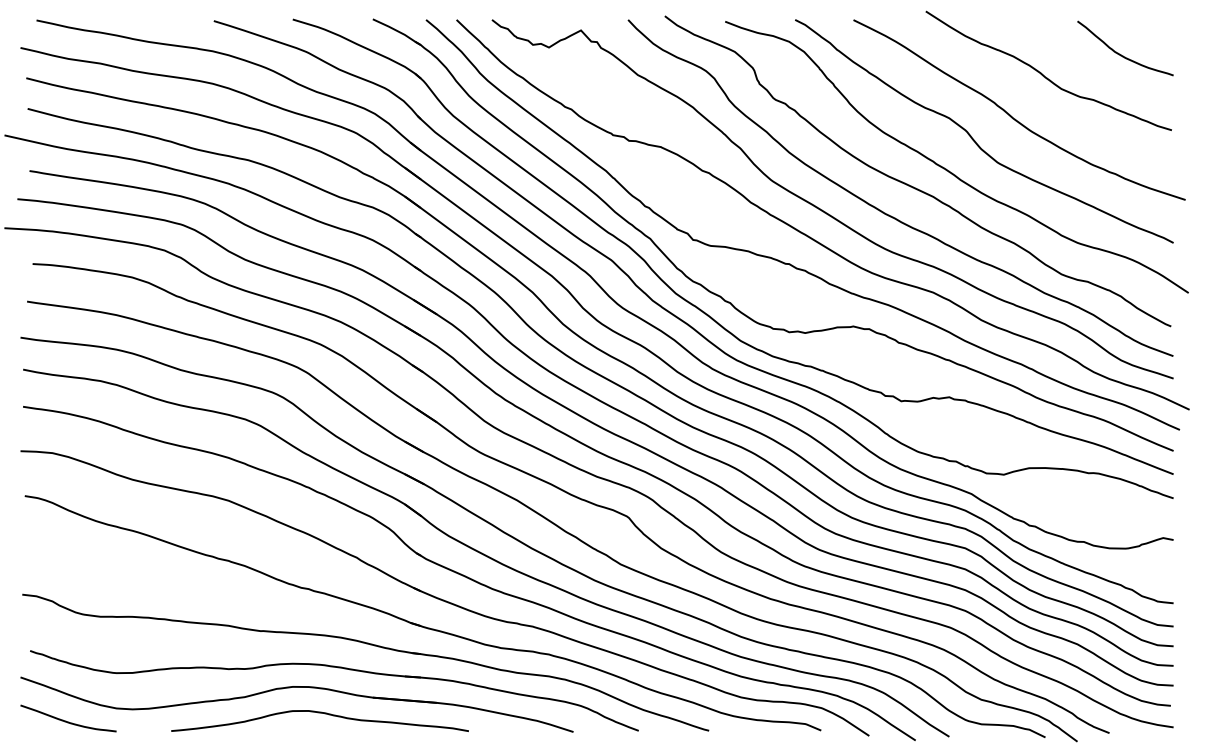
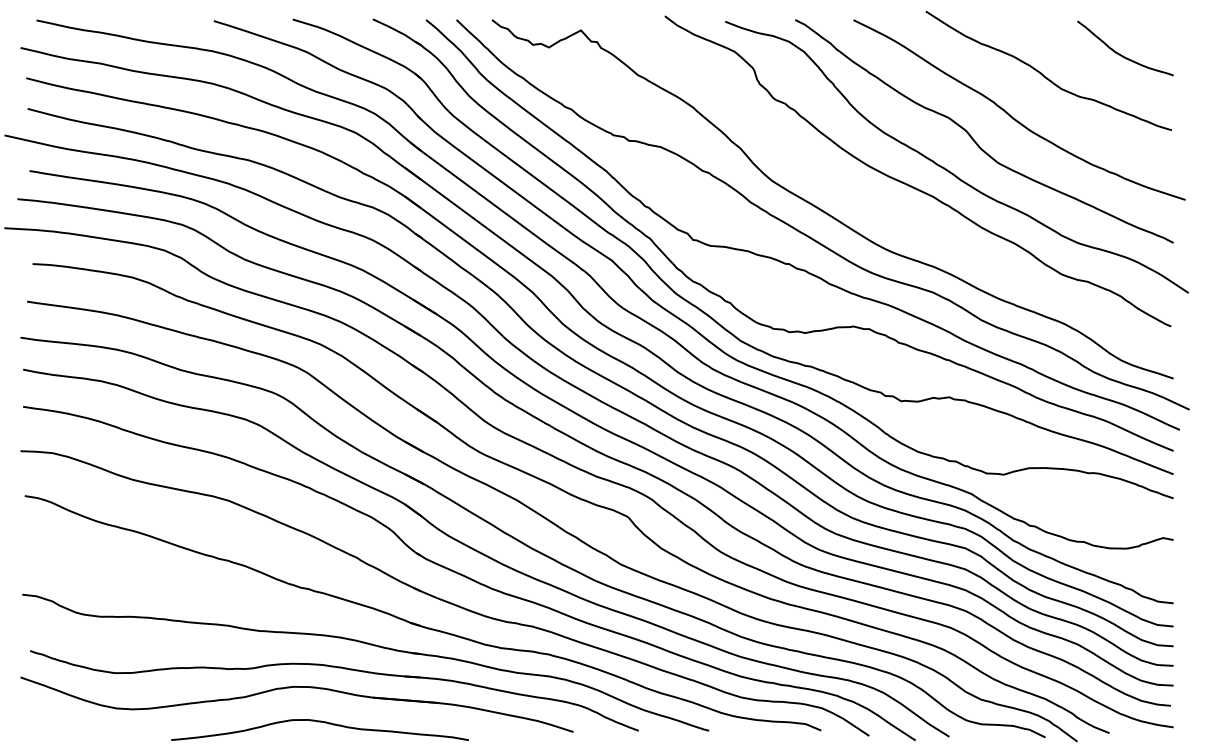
curve at (887, 213): present -> none
curve at (319, 713) position: (319, 713) -> (319, 722)
curve at (66, 720): present -> none
